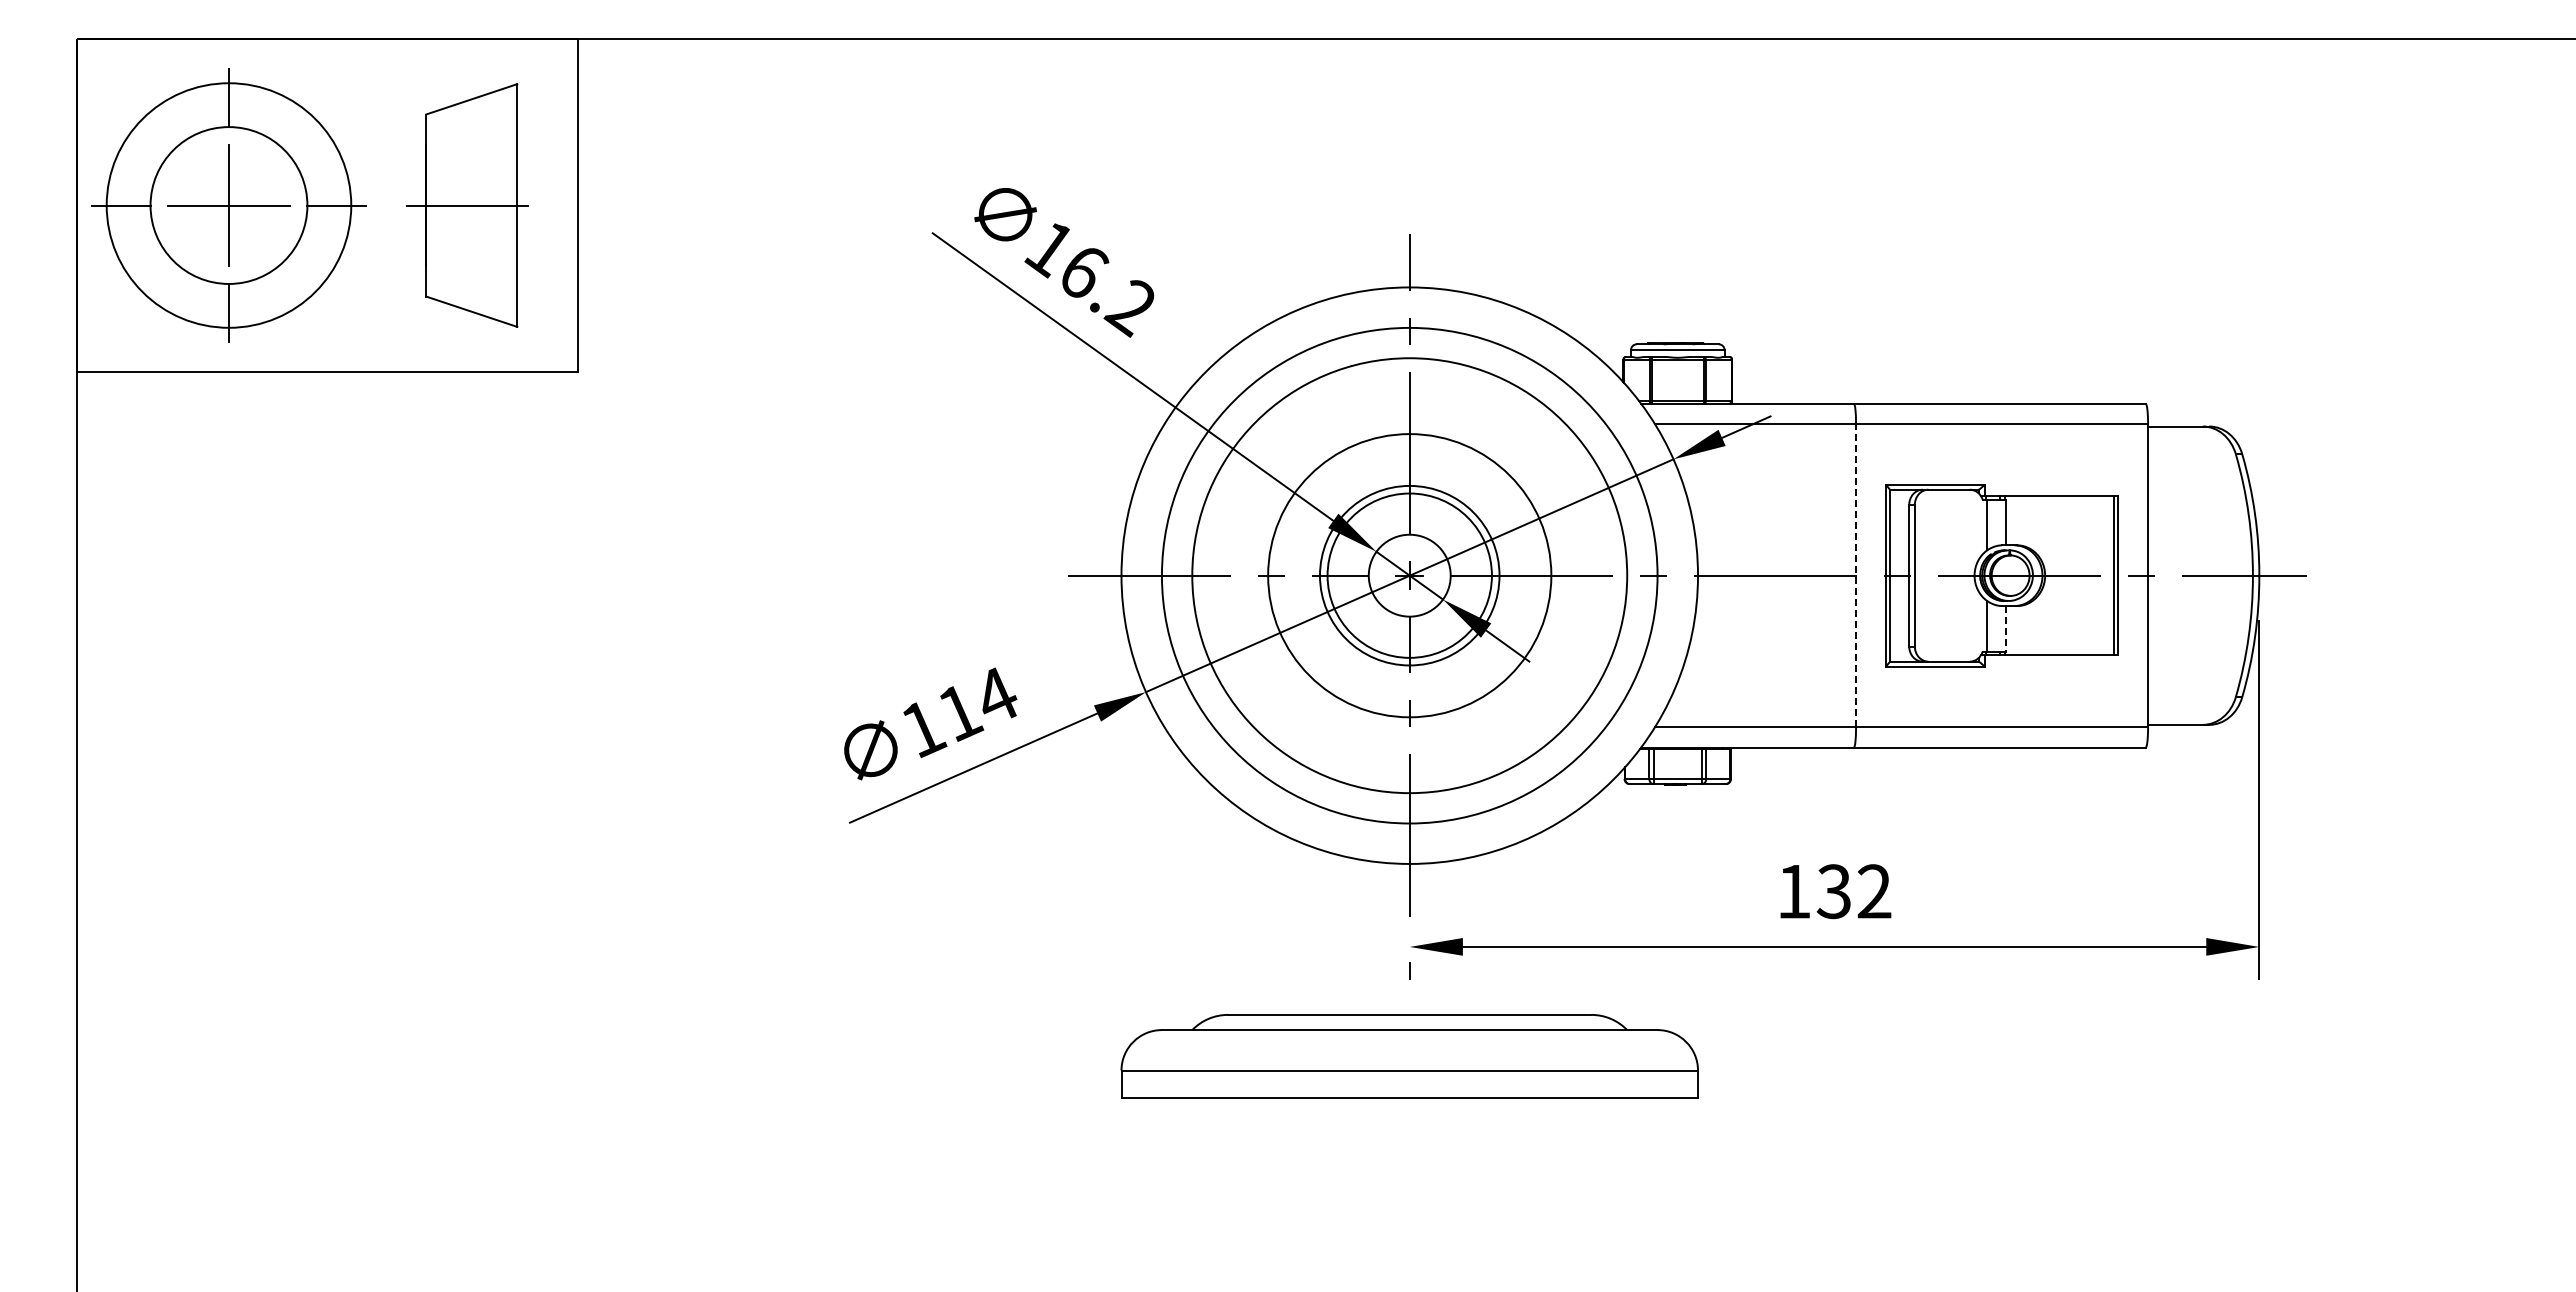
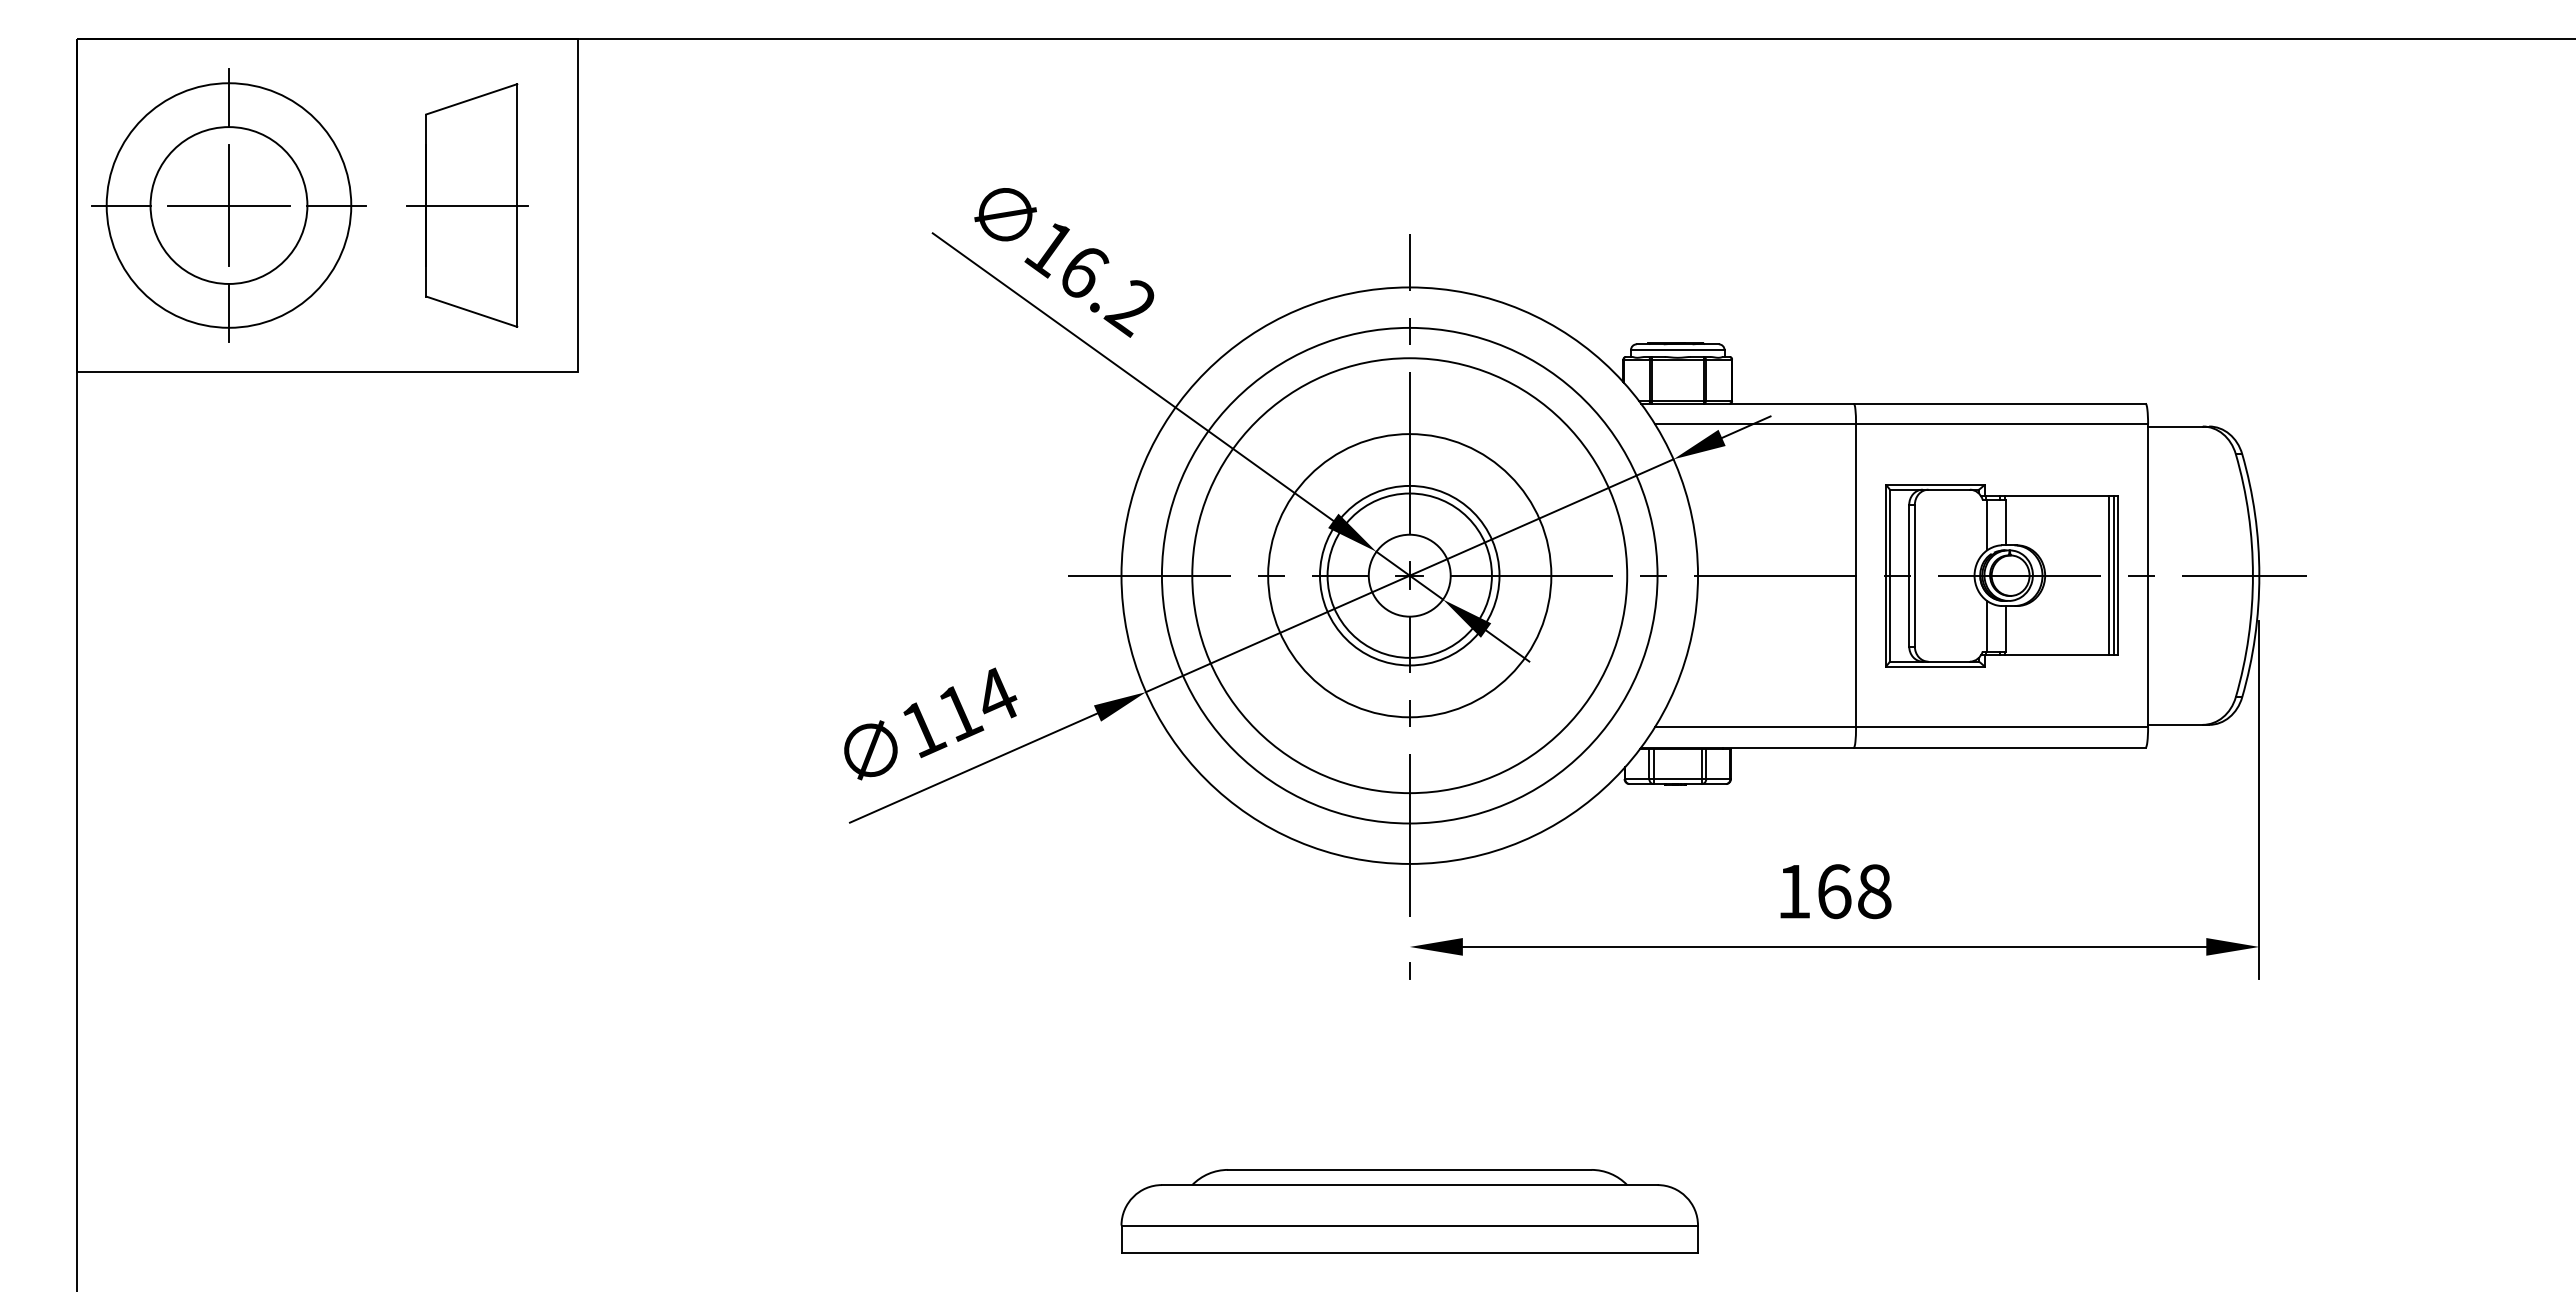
line at (1856, 575): dashed -> solid
line at (2109, 575): none -> present
line at (2006, 628): dashed -> solid
text at (1853, 891): 132 -> 168
part at (1409, 1056) position: (1409, 1056) -> (1409, 1211)
